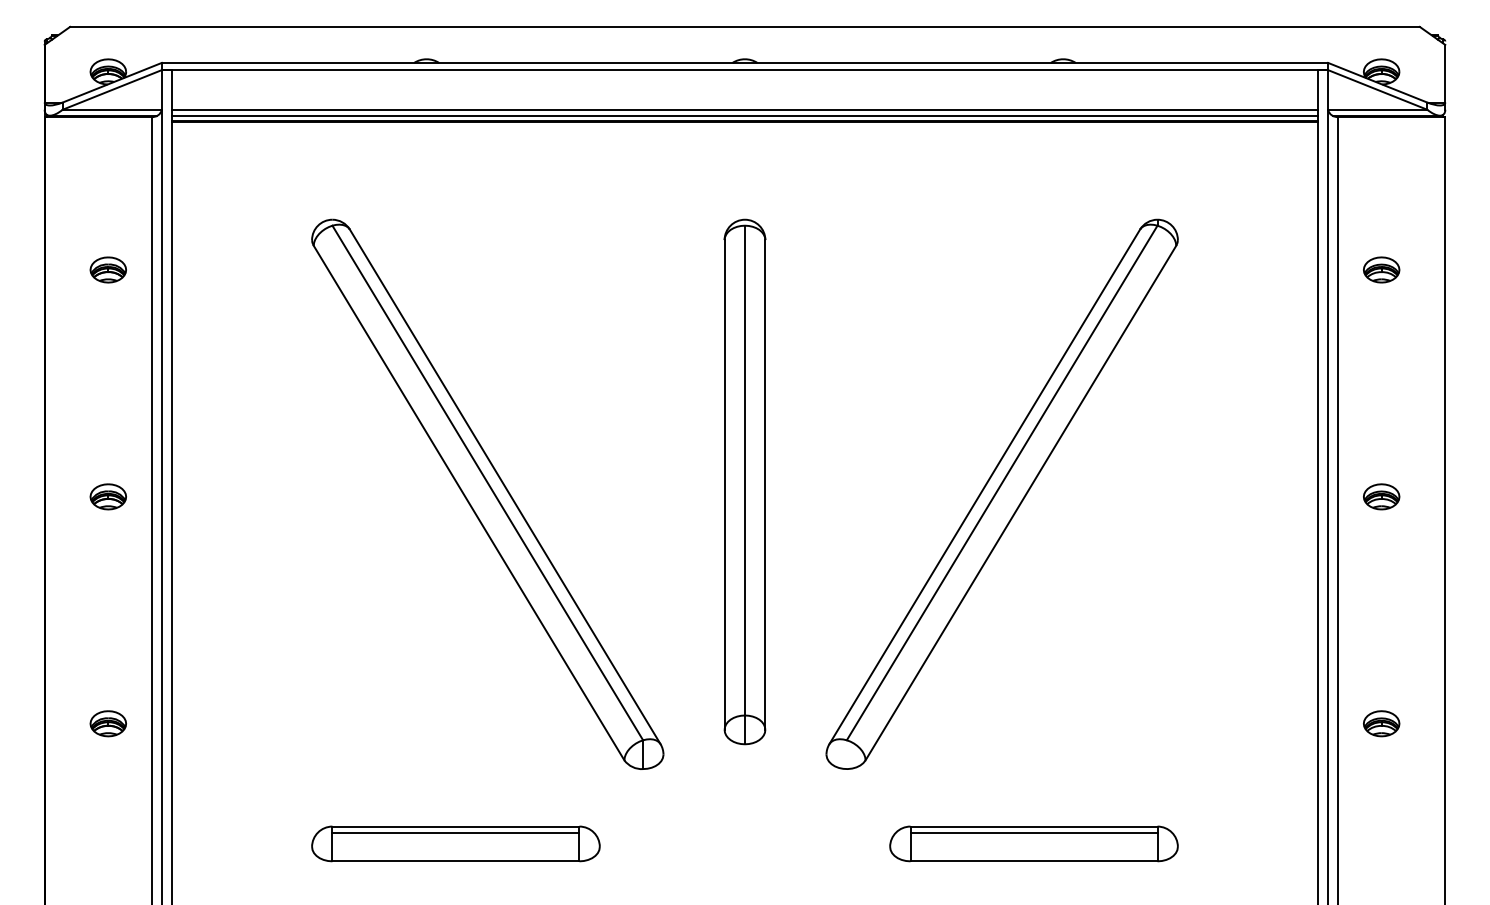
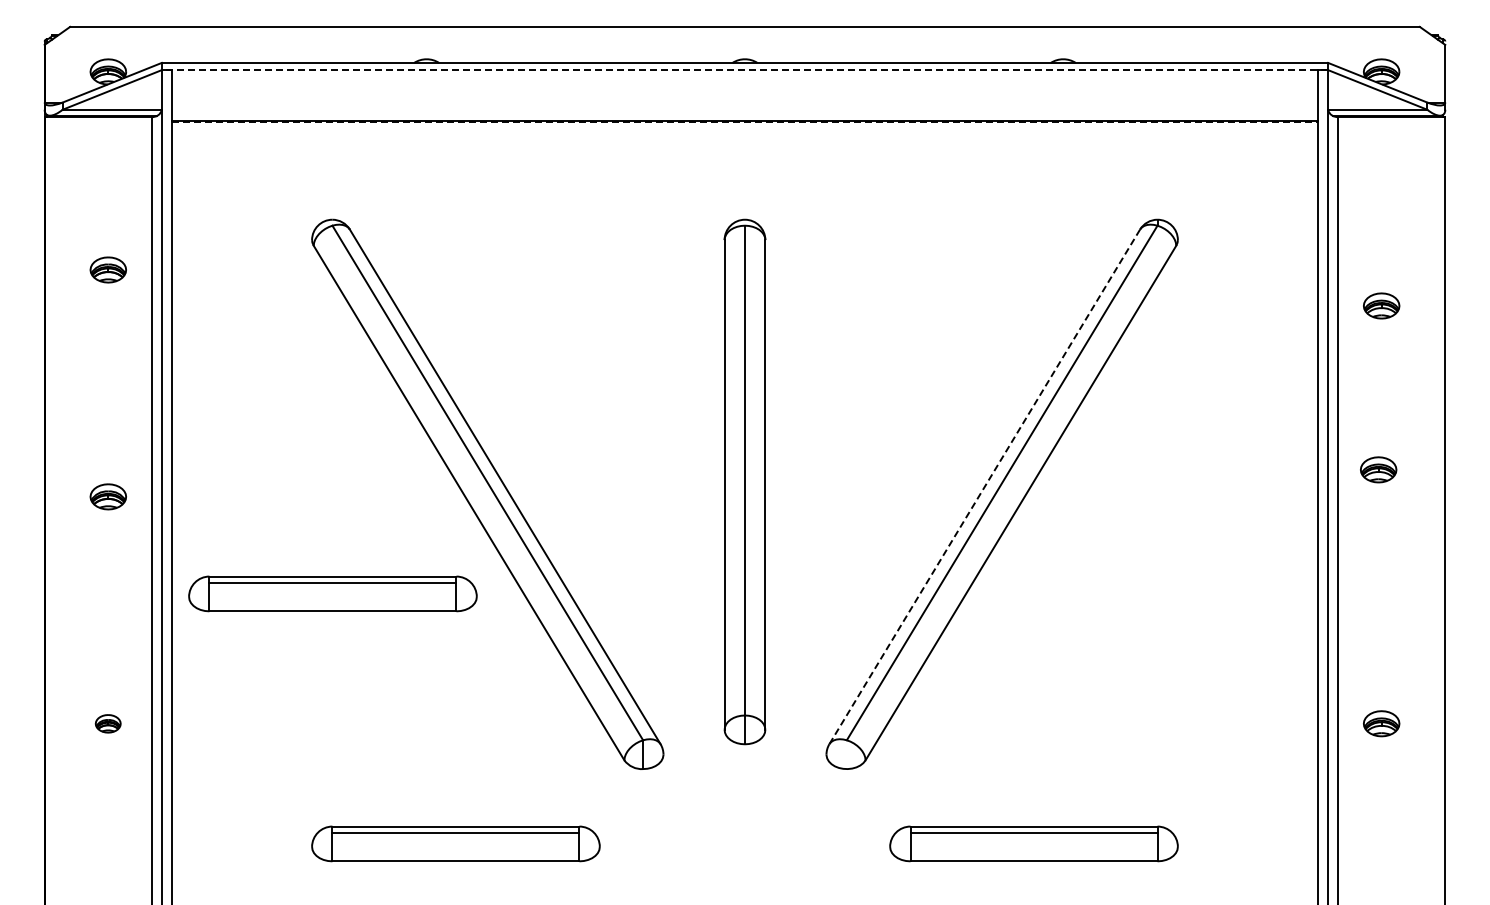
line at (744, 70): solid -> dashed
line at (744, 109): present -> none
line at (744, 115): present -> none
line at (744, 122): solid -> dashed
part at (1381, 269) position: (1381, 269) -> (1381, 305)
line at (984, 486): solid -> dashed
part at (1381, 496) position: (1381, 496) -> (1378, 469)
part at (332, 593): none -> present
part at (107, 723) size: 38x28 px -> 28x20 px
